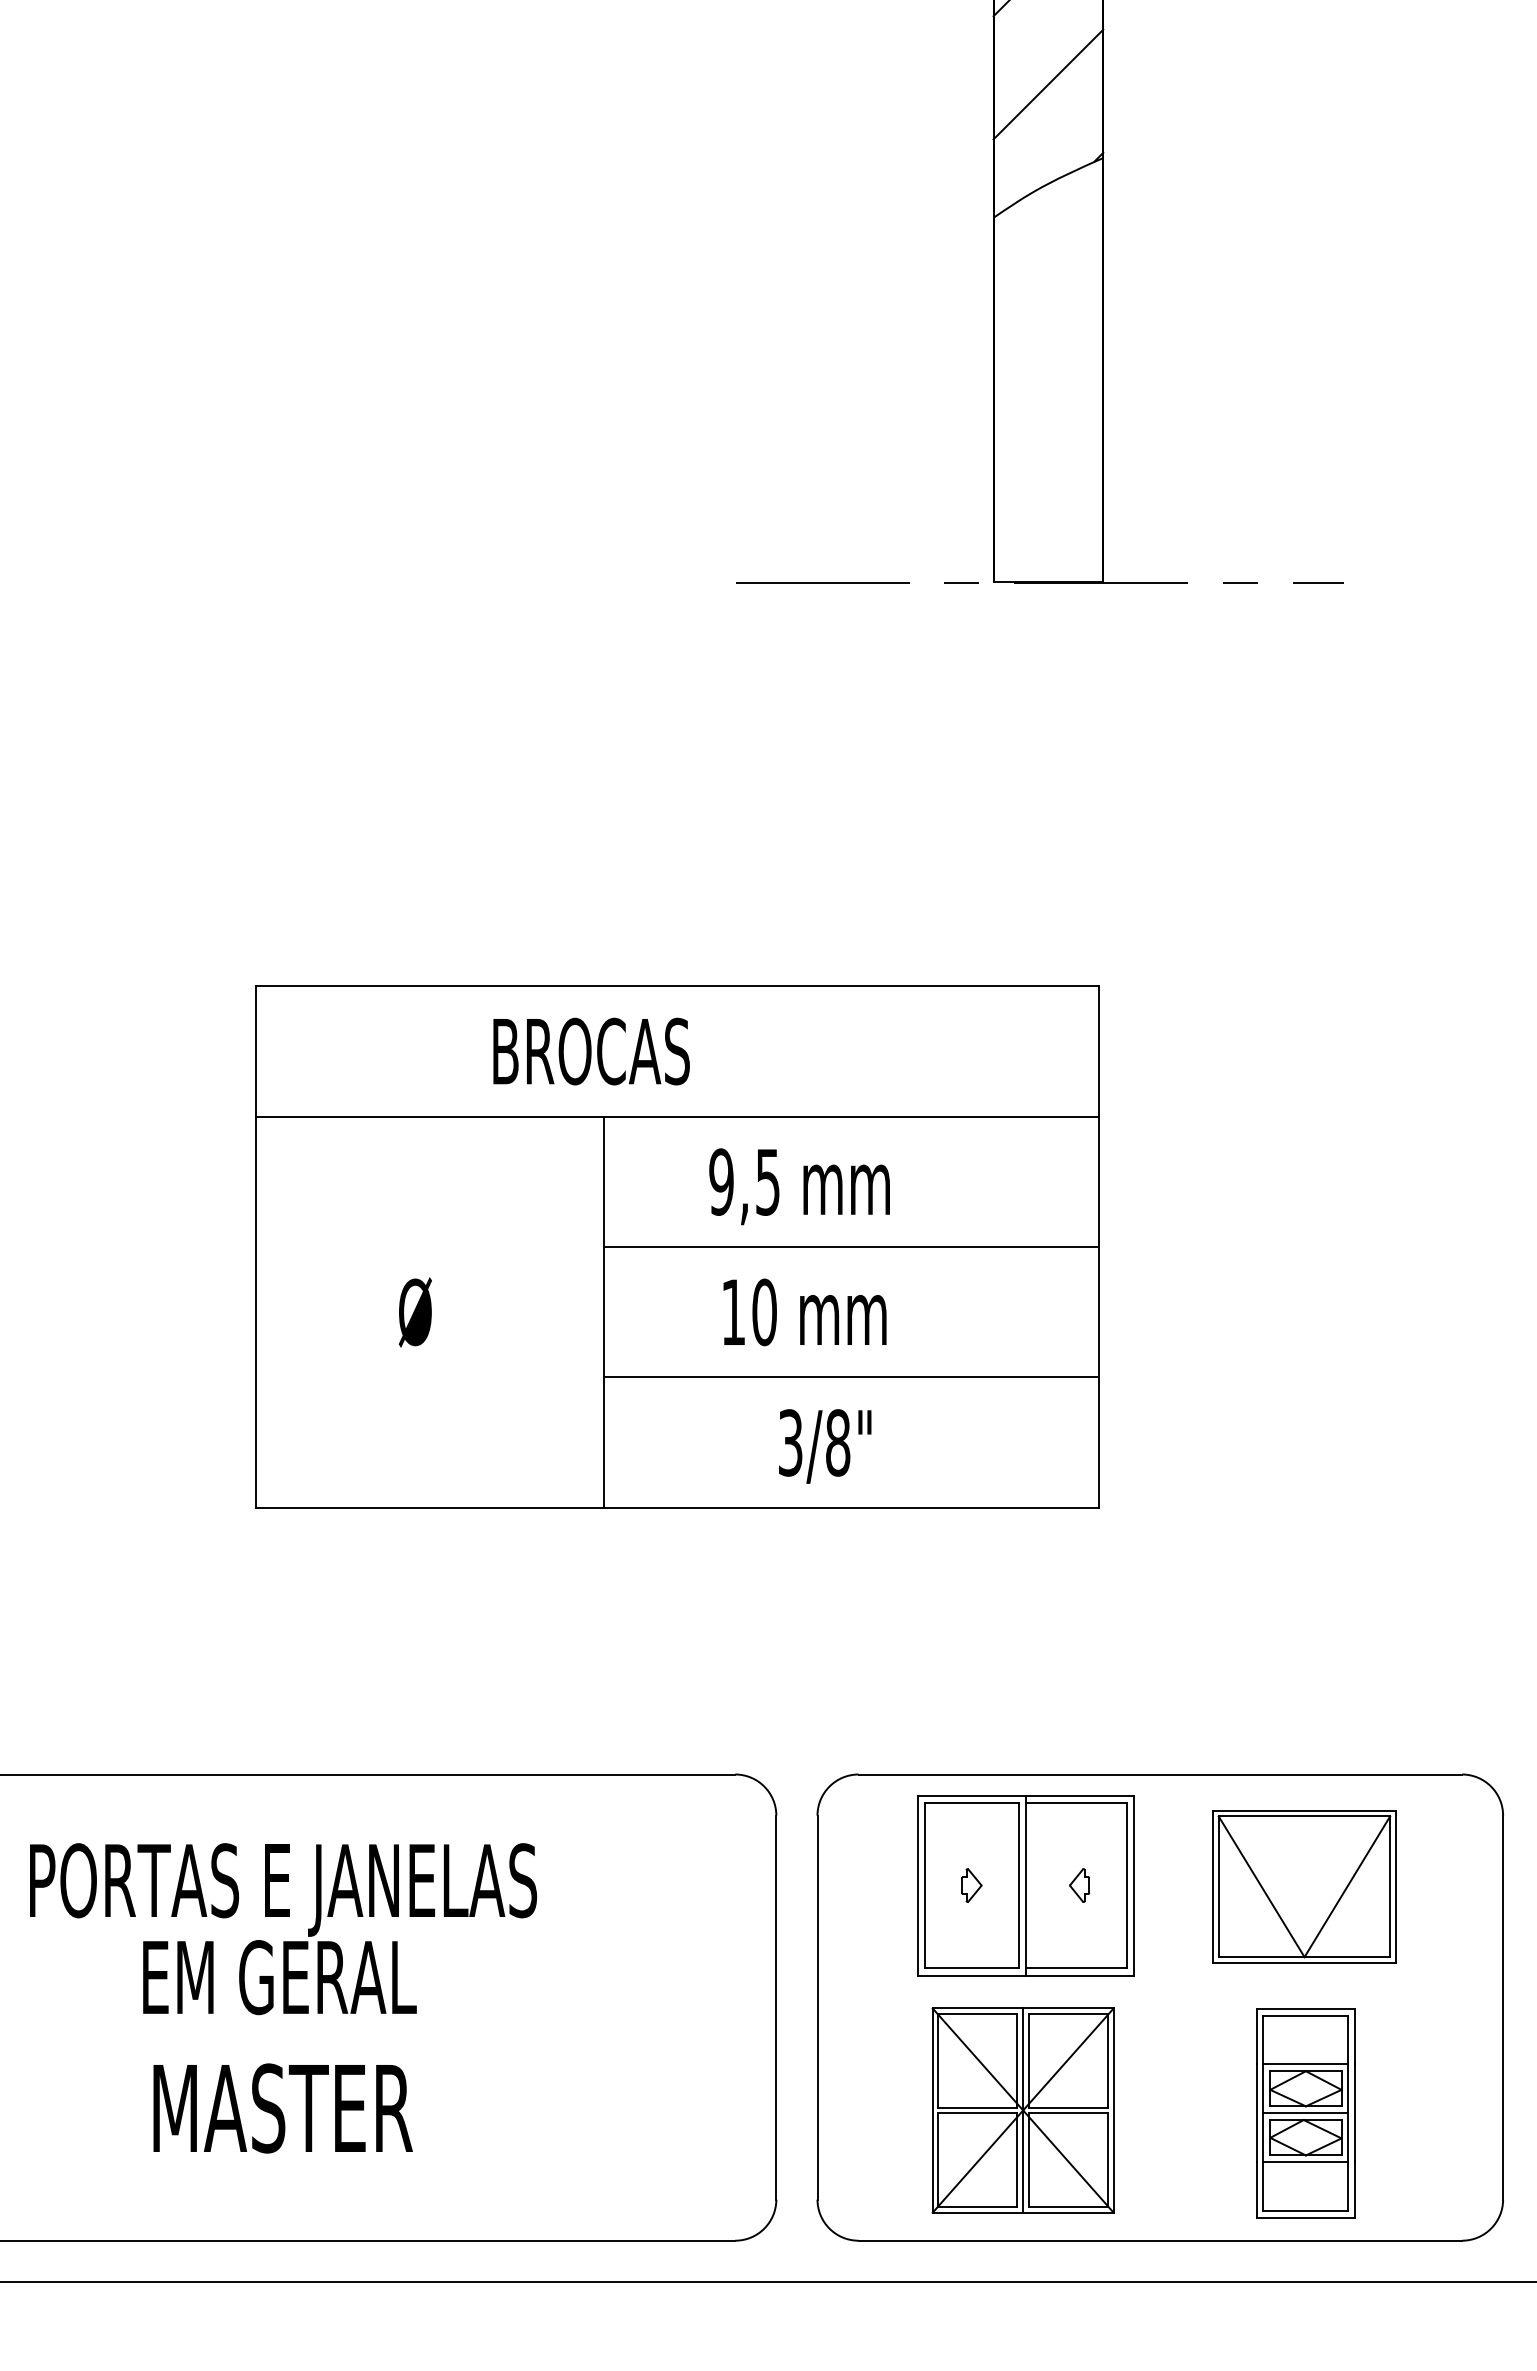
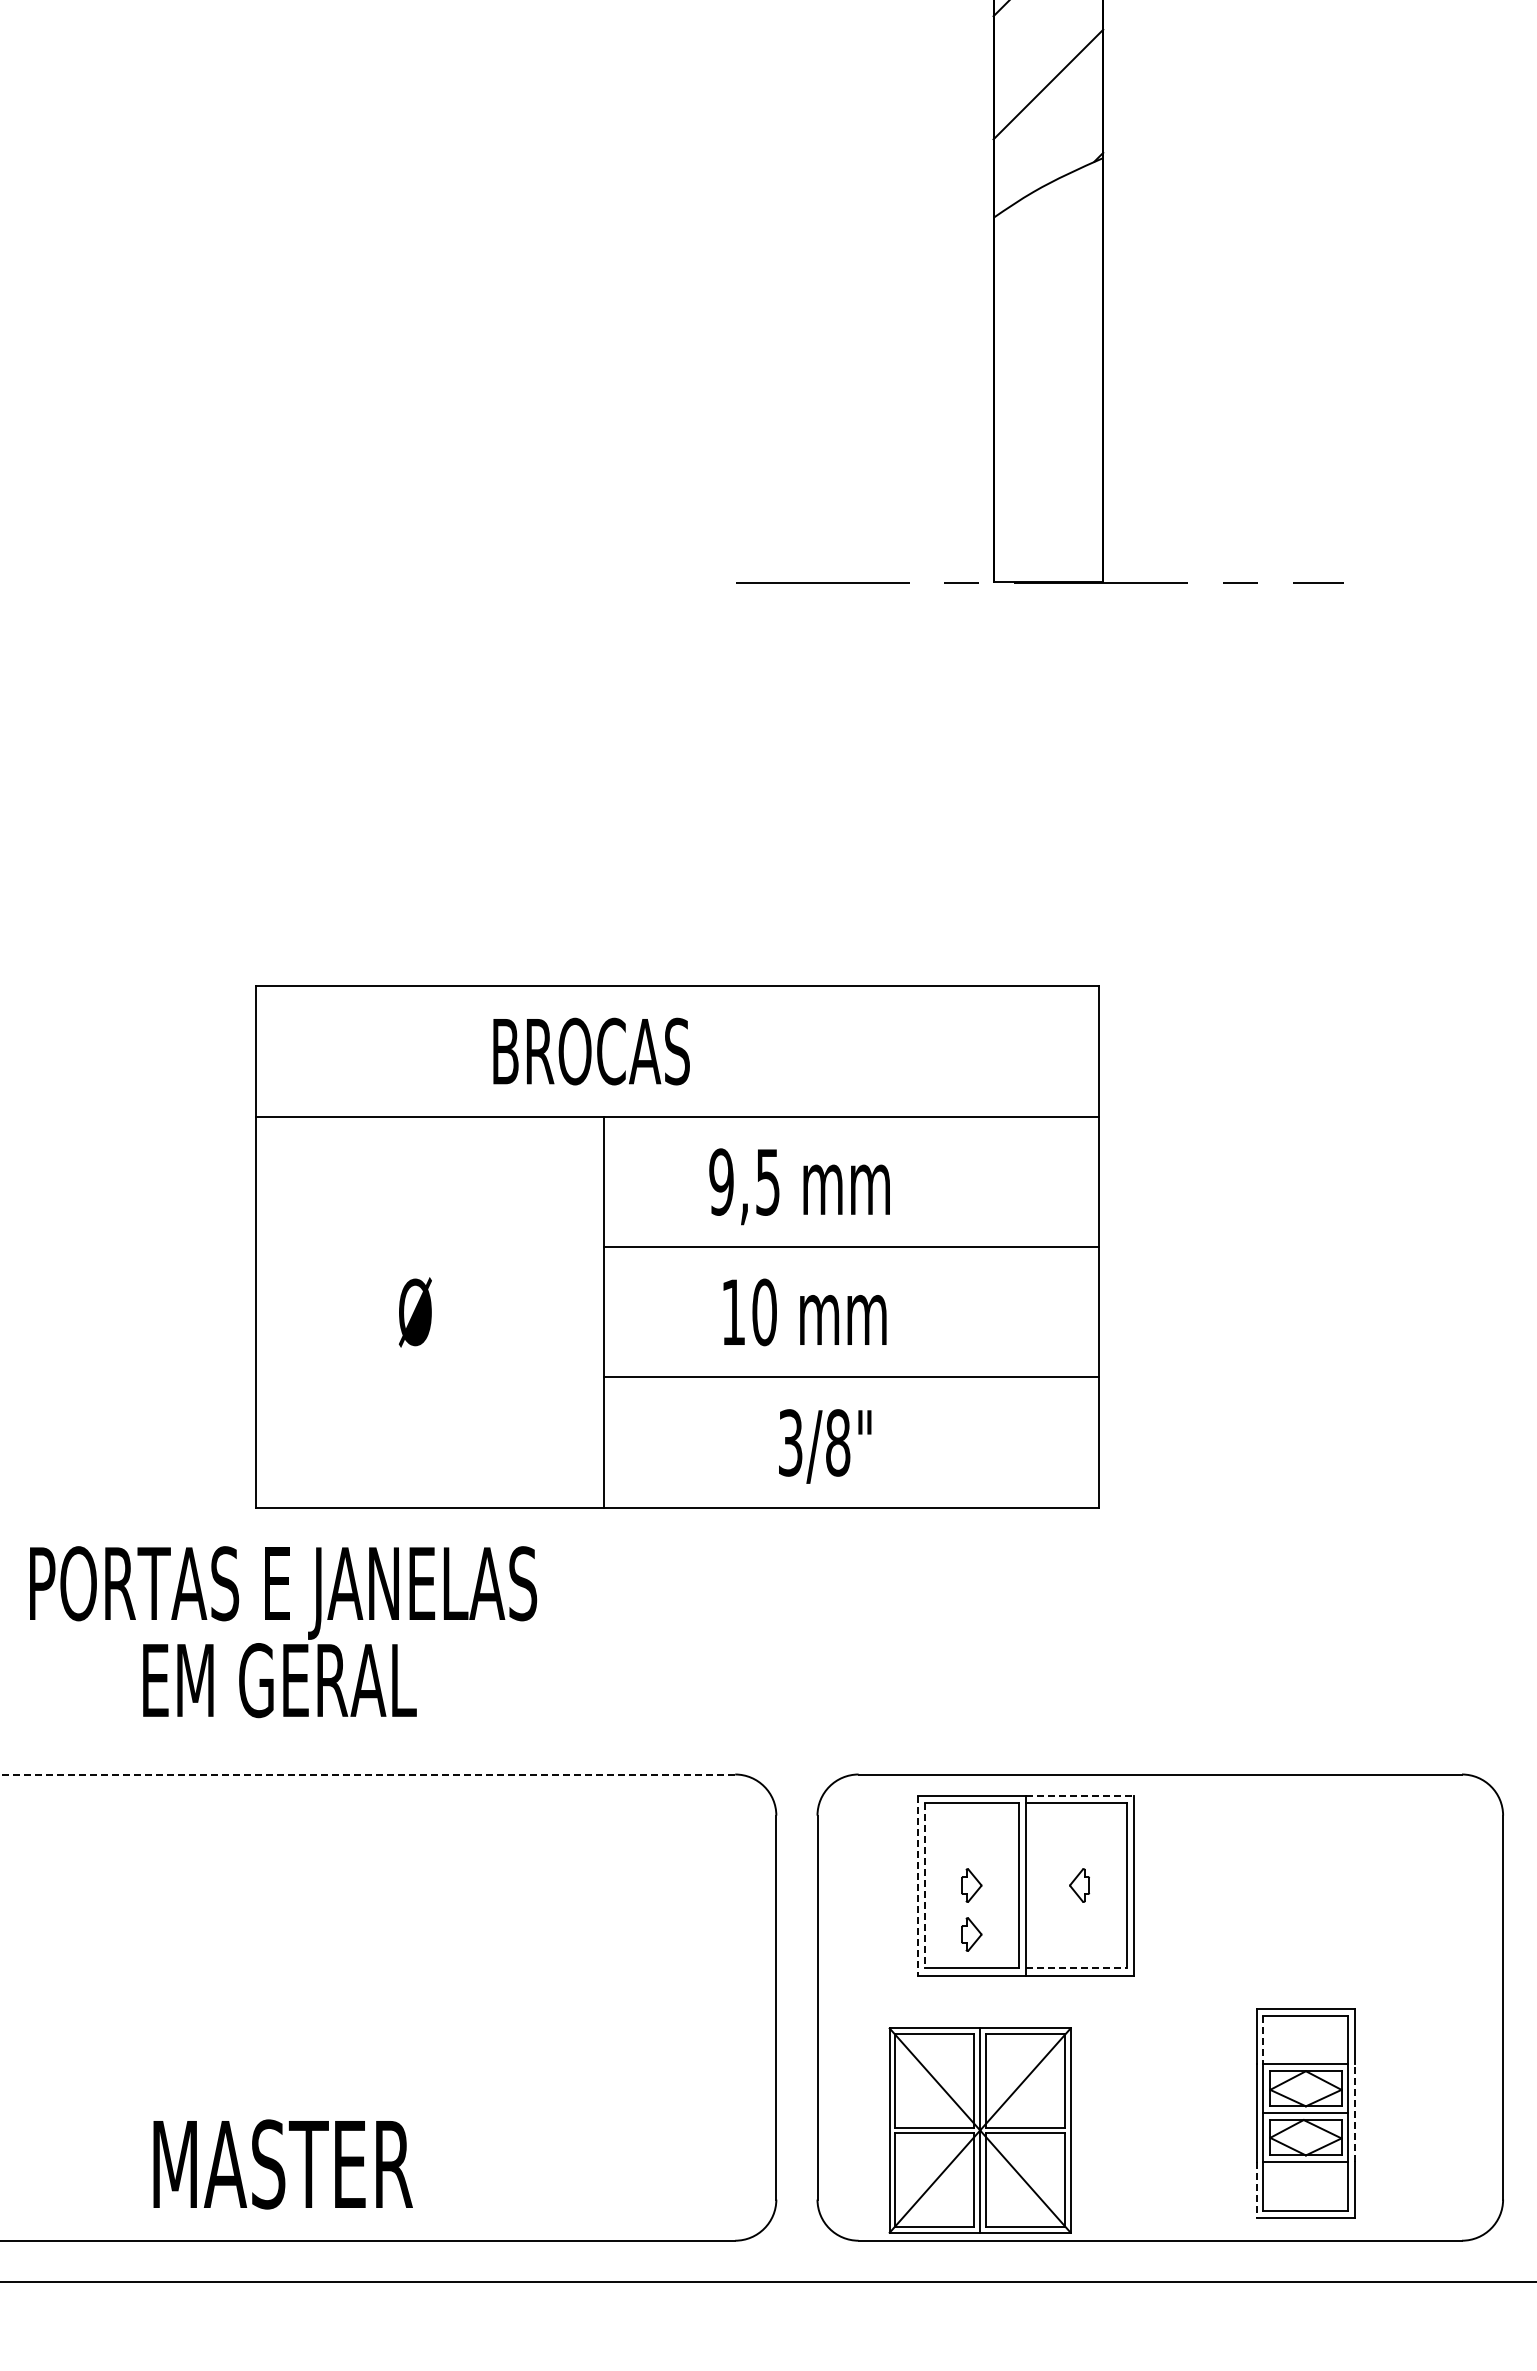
line at (367, 1774): solid -> dashed
line at (1080, 1795): solid -> dashed
line at (917, 1885): solid -> dashed
line at (925, 1885): solid -> dashed
part at (1304, 1886): present -> none
text at (283, 1929) position: (283, 1929) -> (283, 1632)
part at (971, 1934): none -> present
line at (1076, 1968): solid -> dashed
line at (1263, 2040): solid -> dashed
text at (282, 2108) position: (282, 2108) -> (282, 2164)
part at (1022, 2110) position: (1022, 2110) -> (979, 2130)
line at (1355, 2113): solid -> dashed
line at (1256, 2190): solid -> dashed
